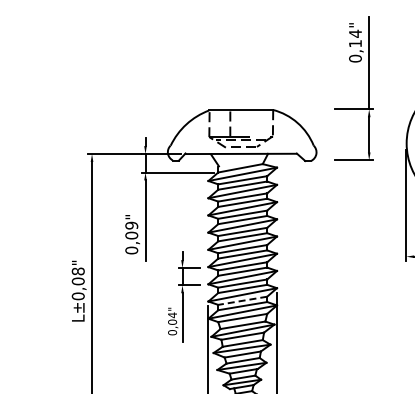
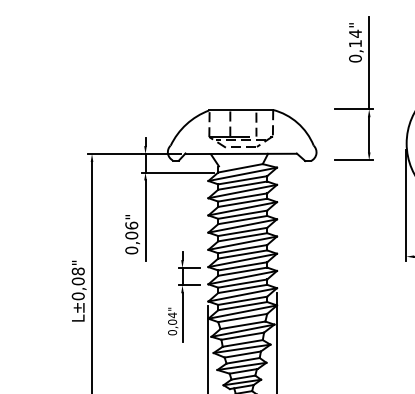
line at (256, 124): none -> present
text at (131, 225): 0,09" -> 0,06"
line at (242, 300): dashed -> solid
